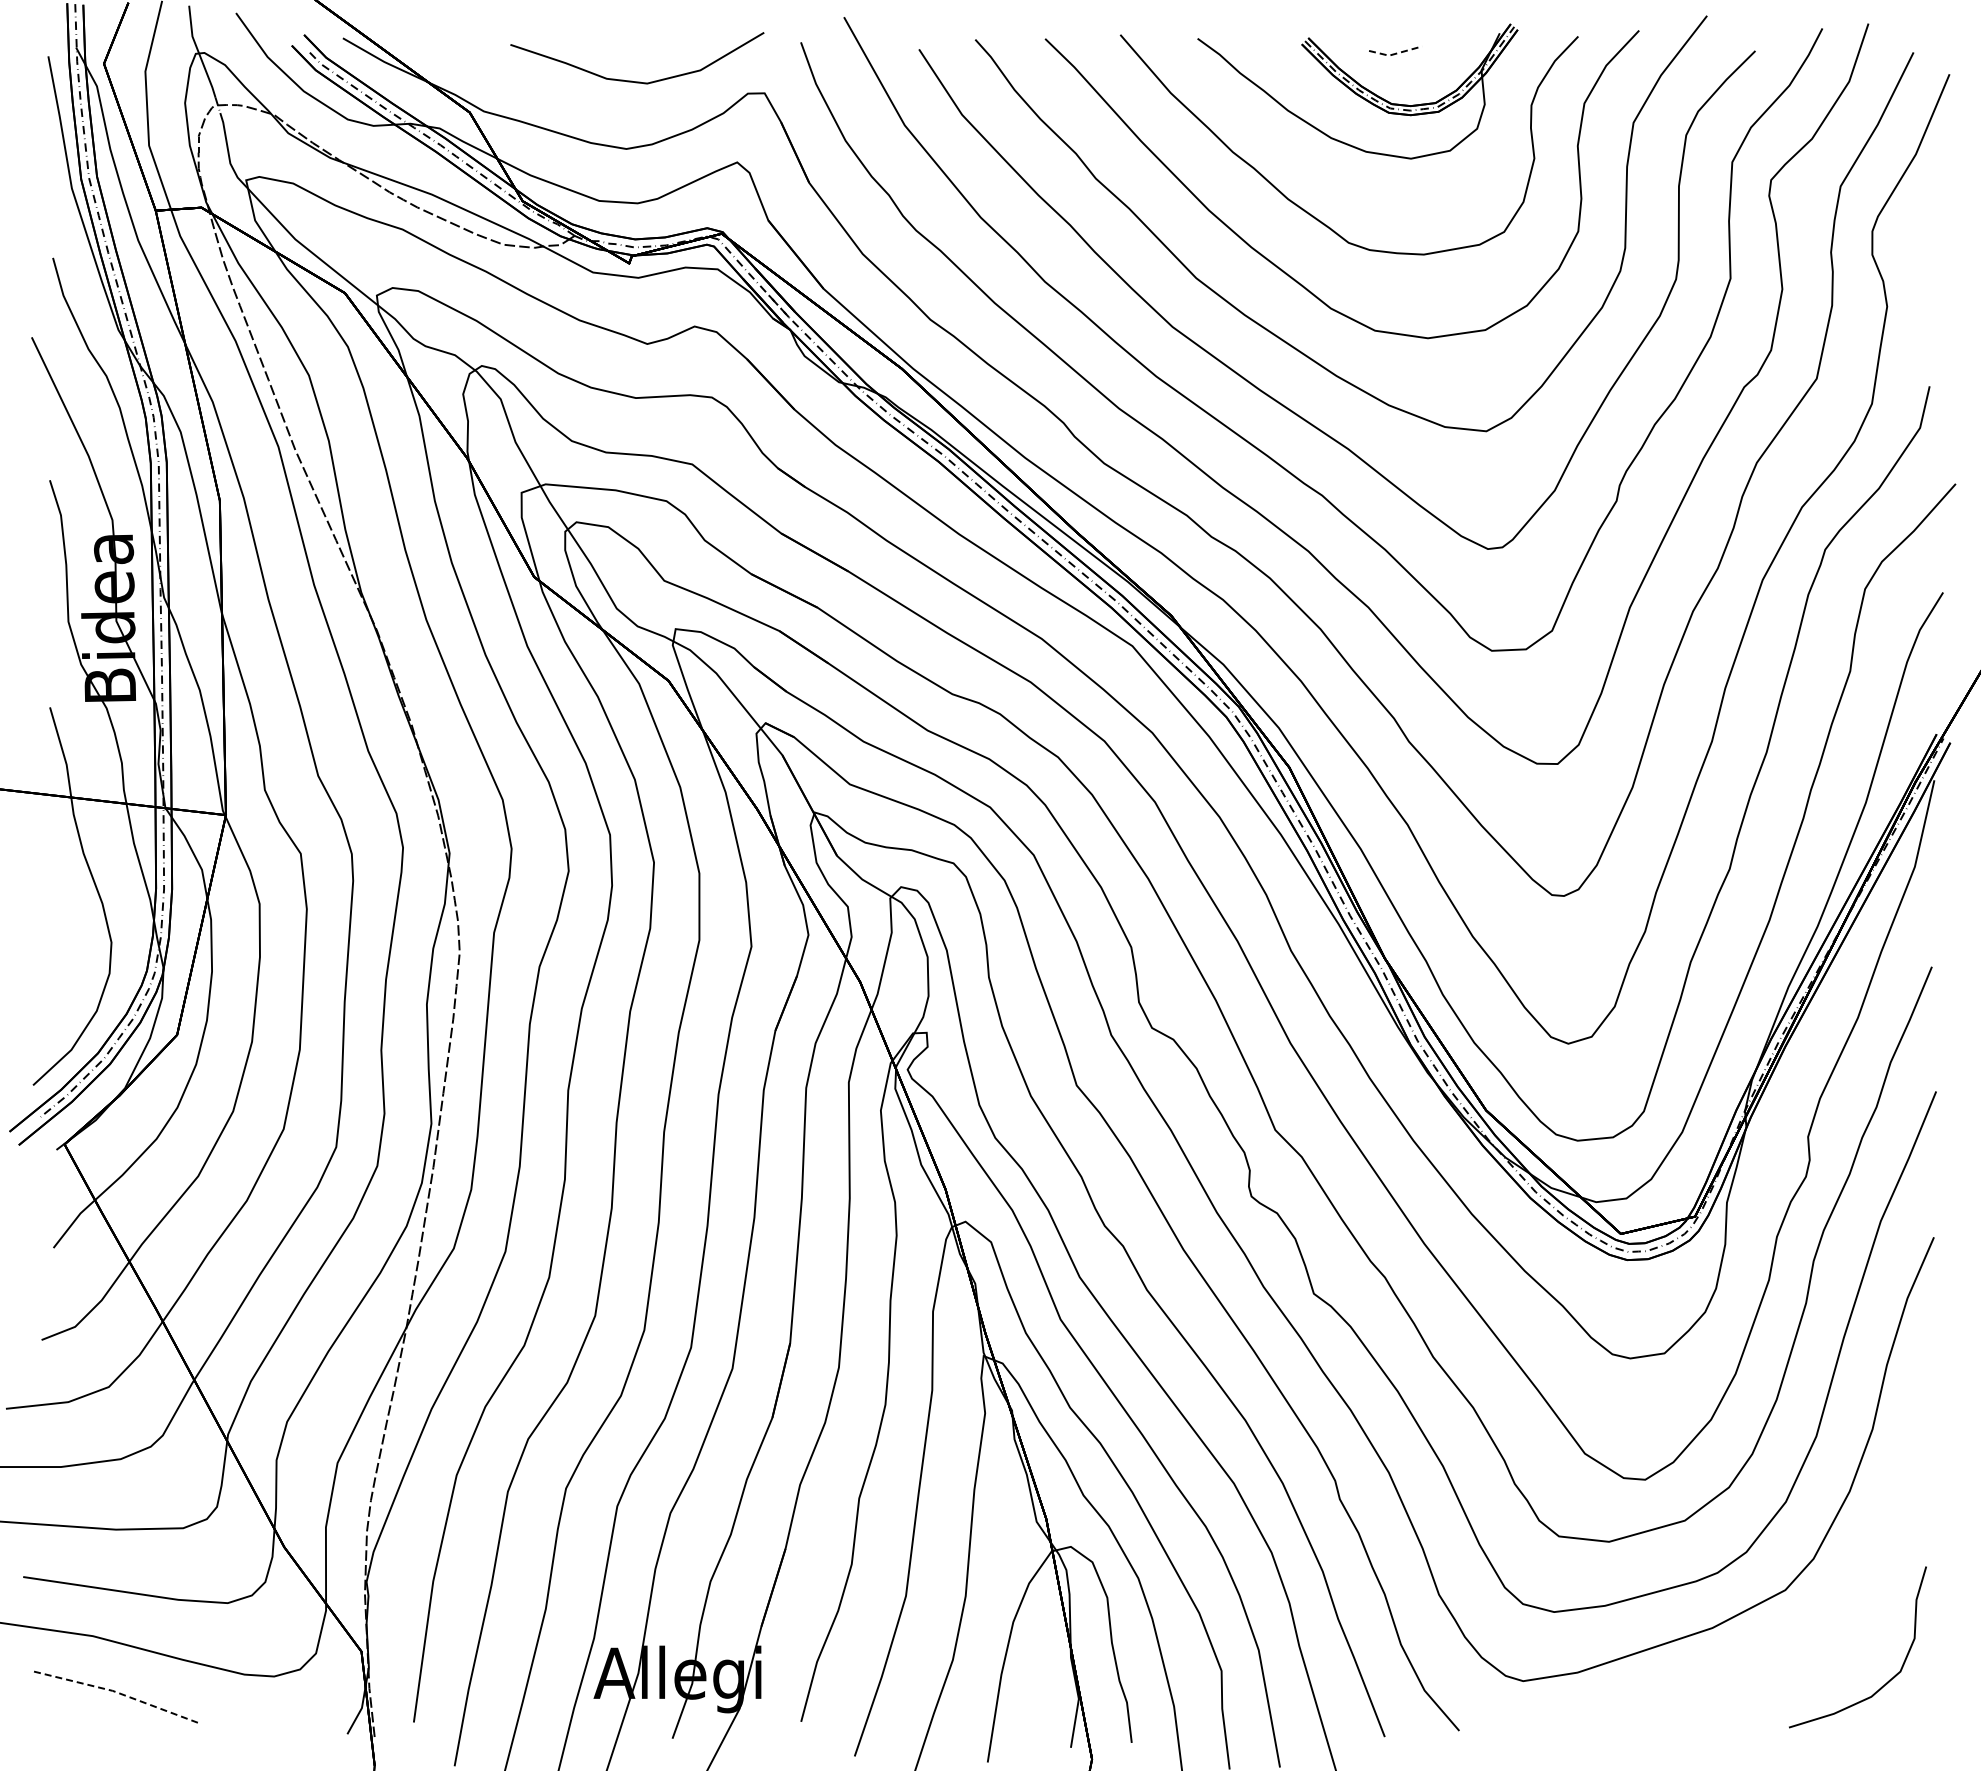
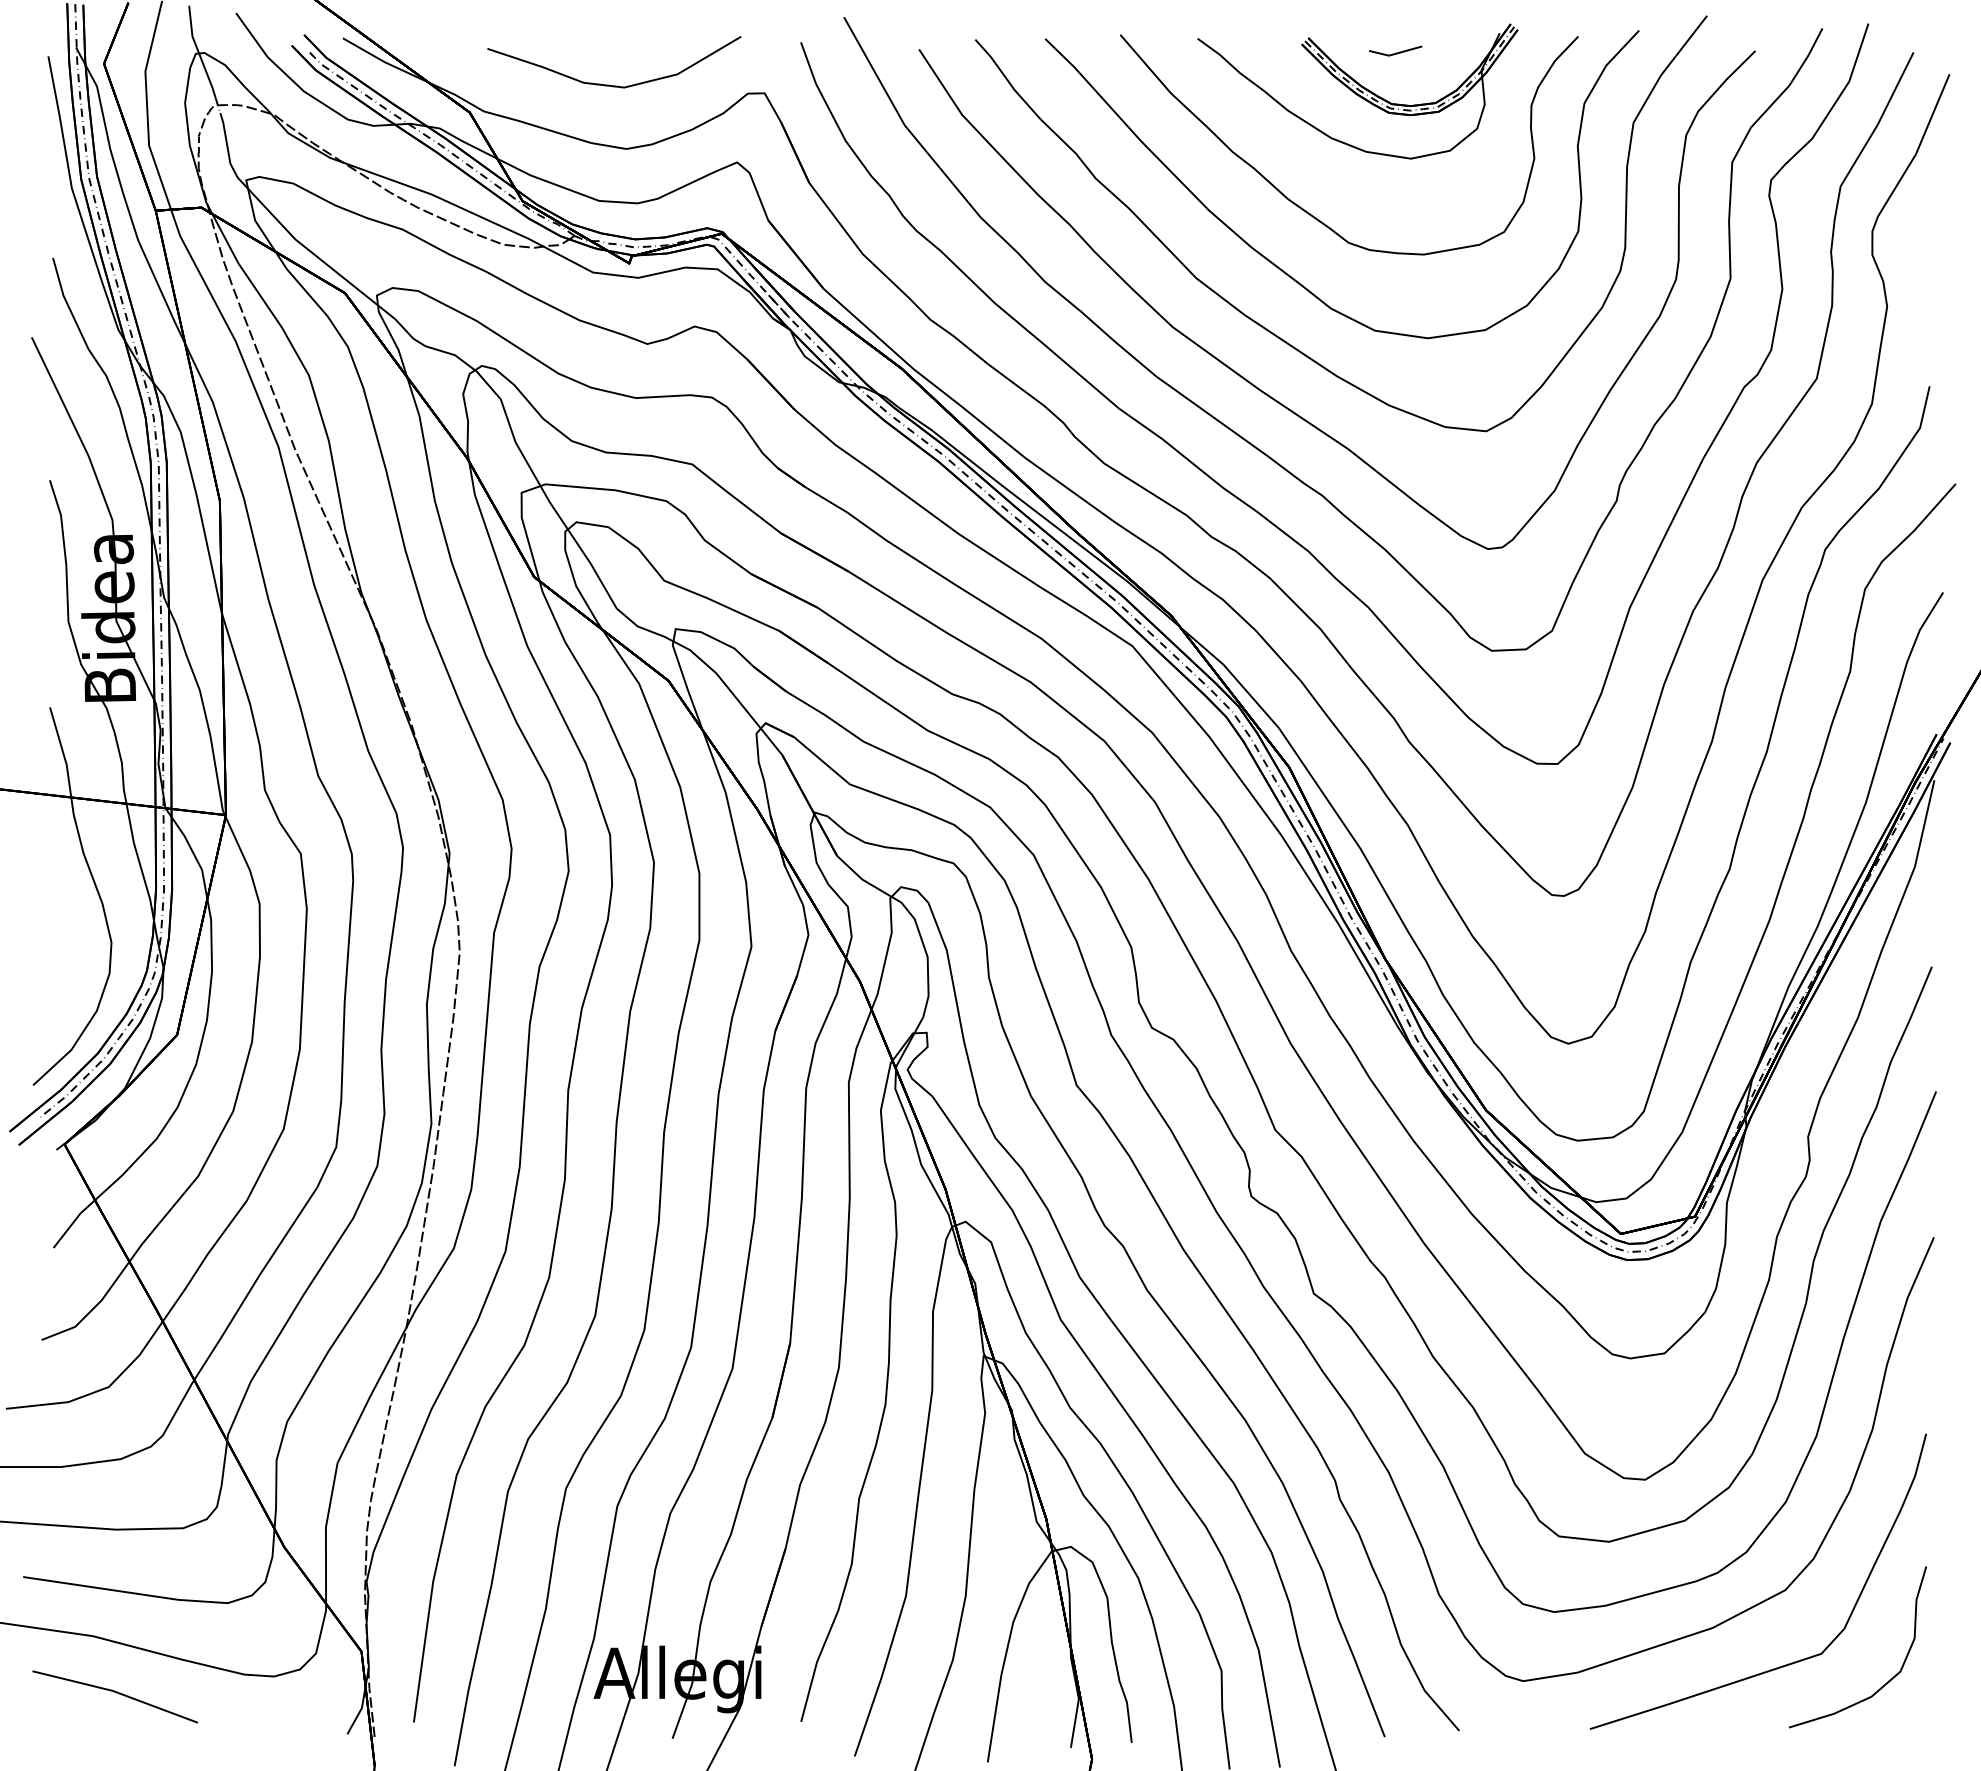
line at (1395, 53): dashed -> solid
curve at (632, 80) position: (632, 80) -> (609, 84)
curve at (1785, 1664): none -> present
line at (115, 1691): dashed -> solid
